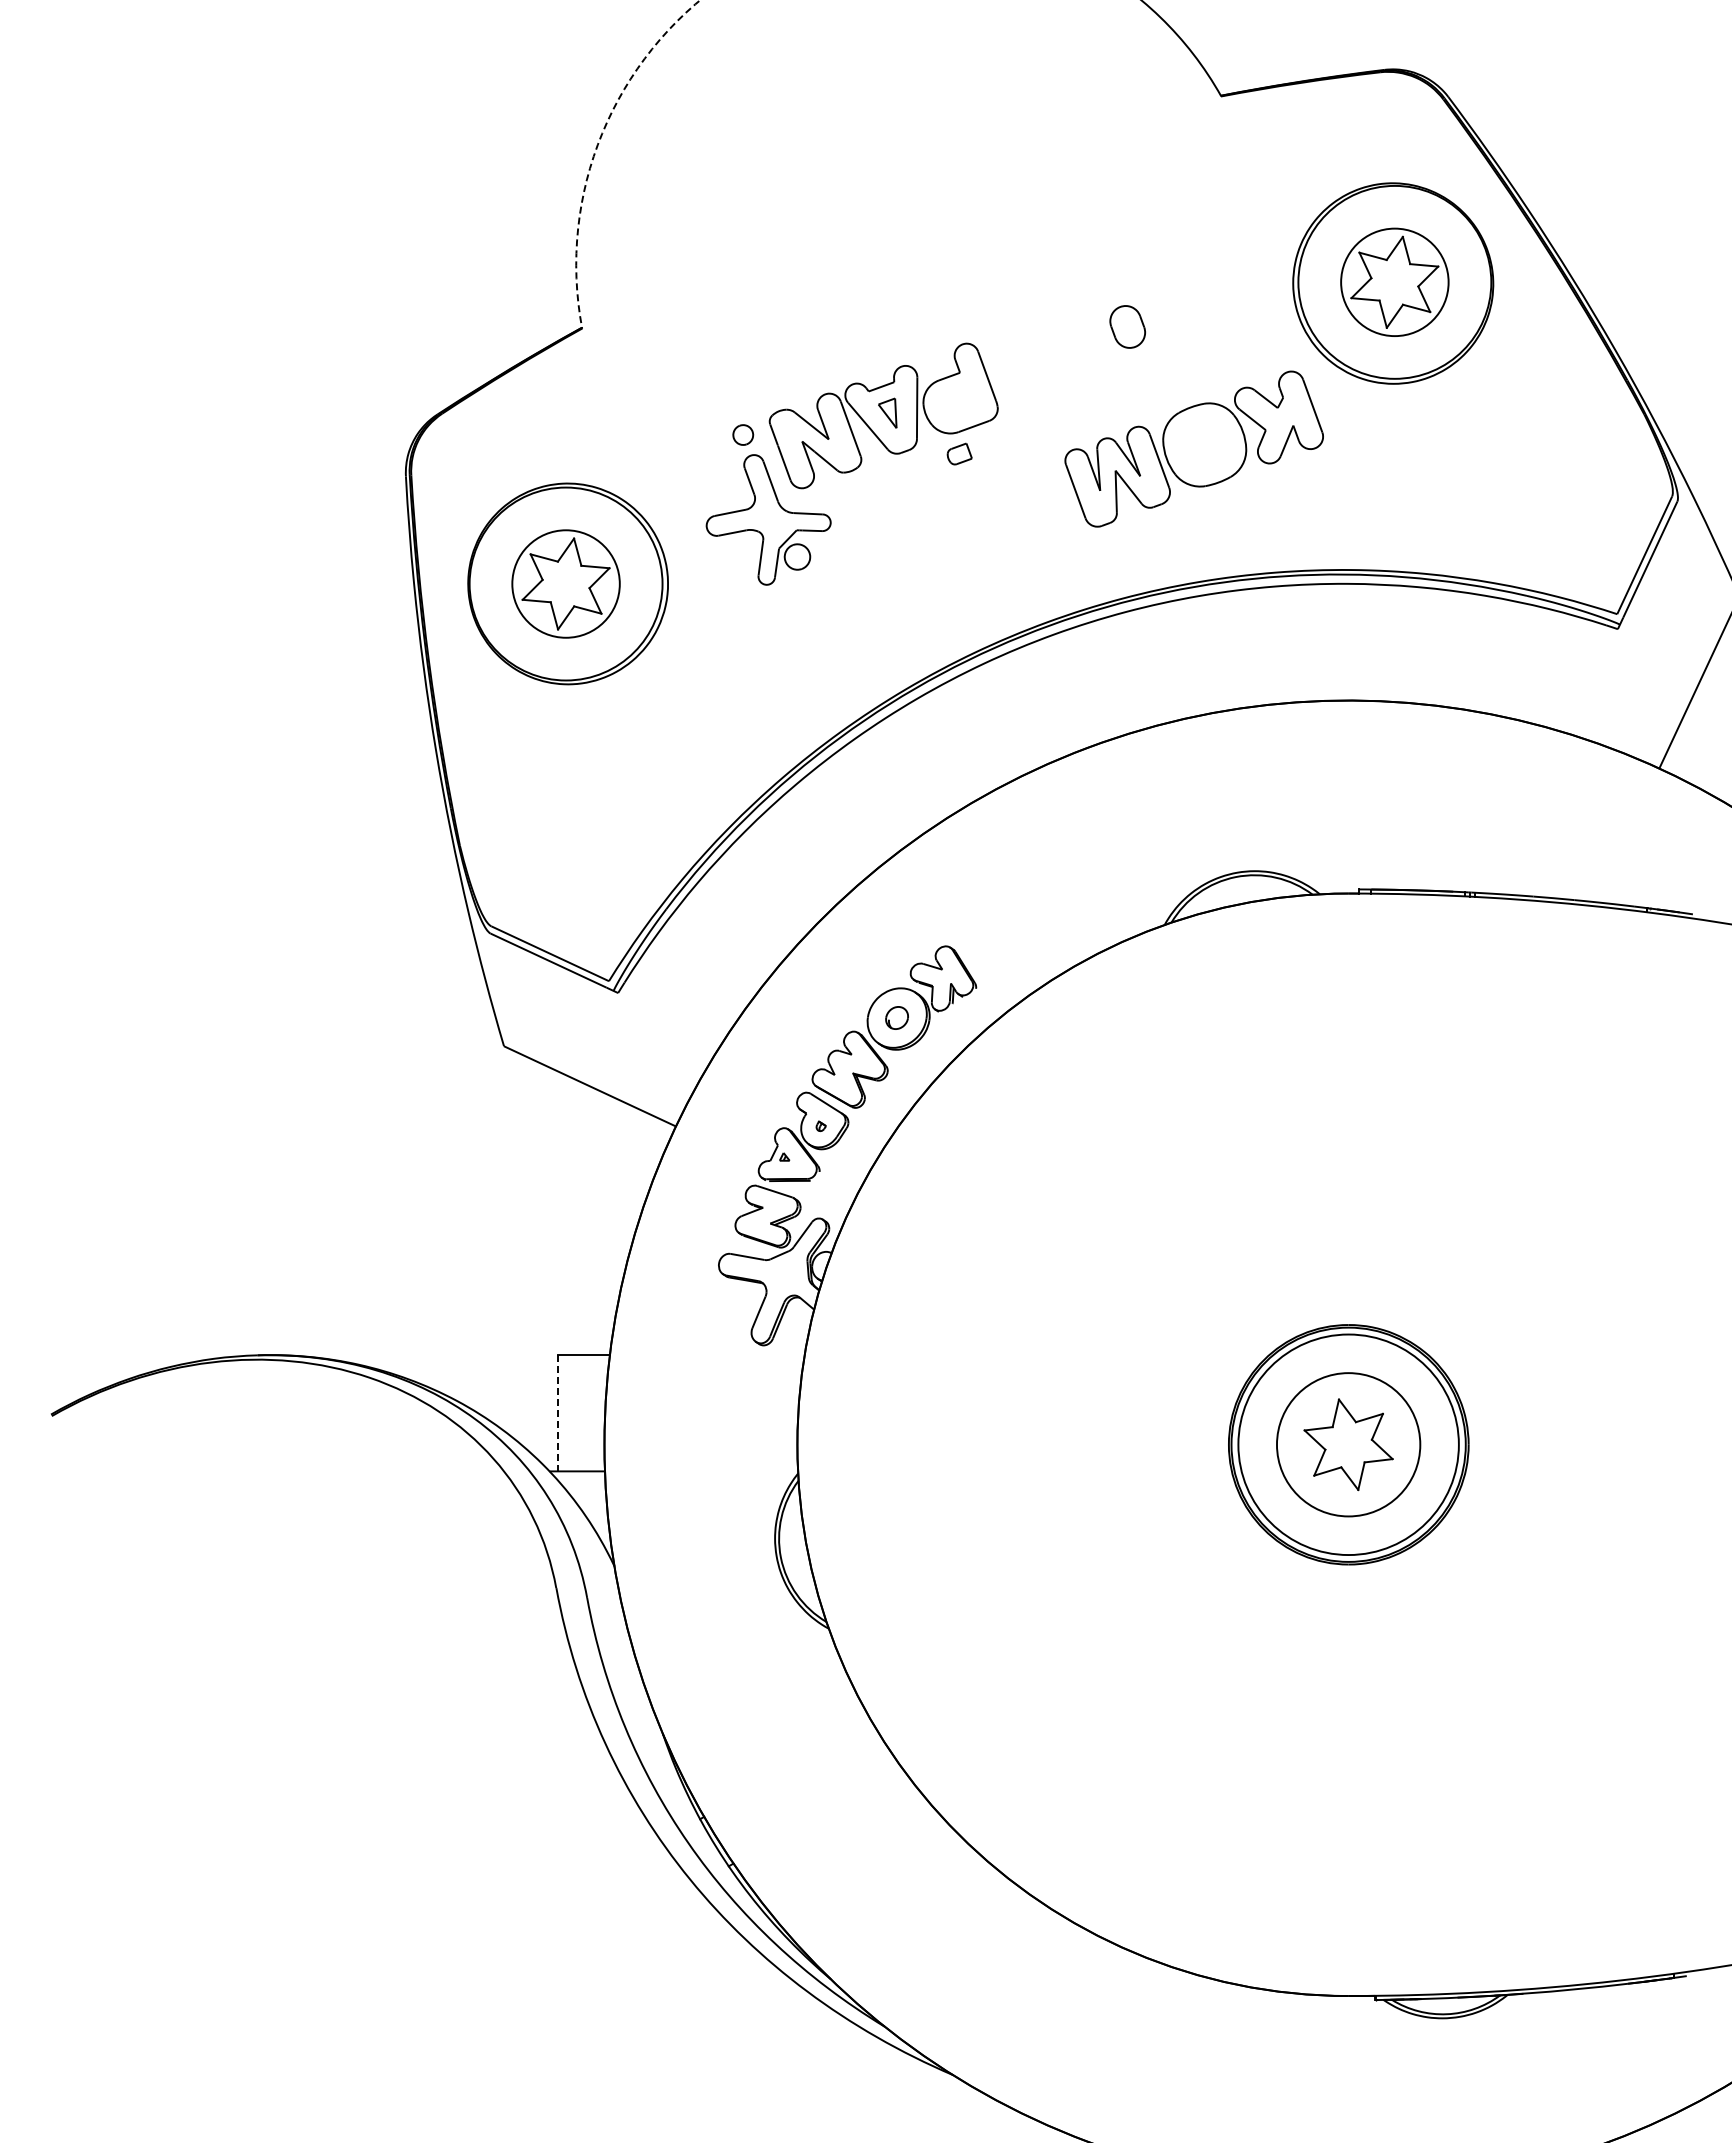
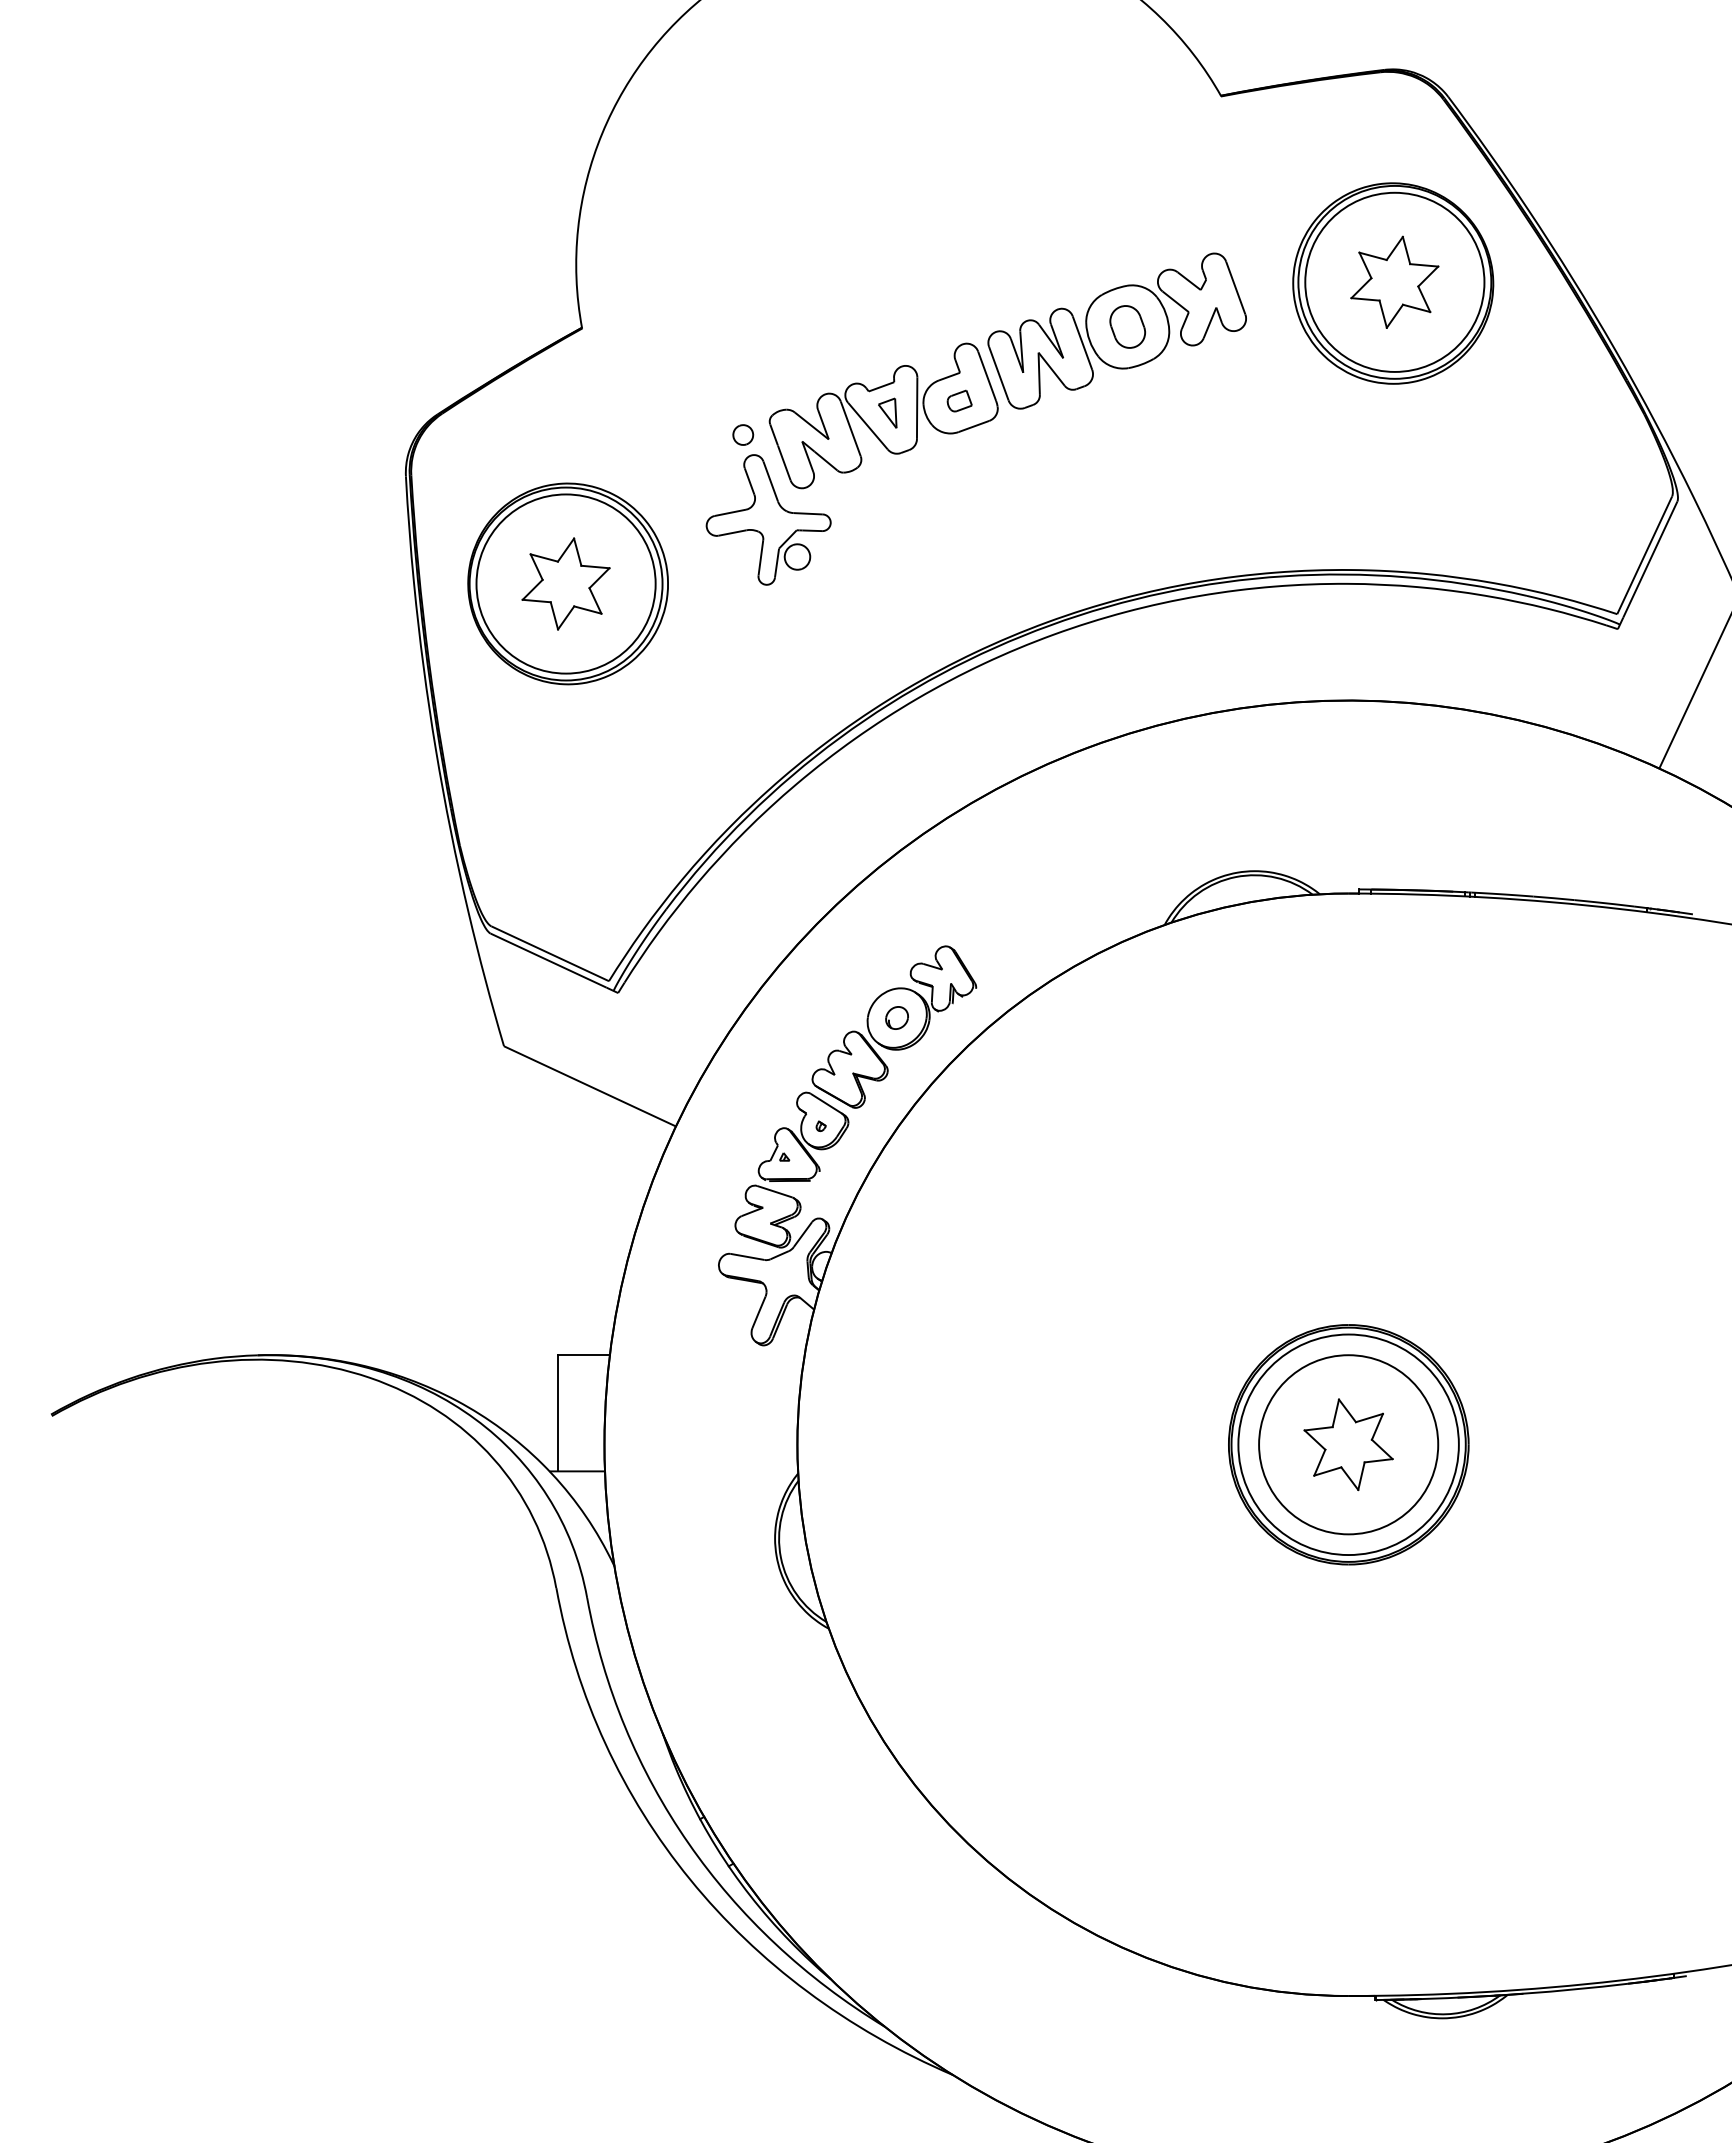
arc at (596, 147): dashed -> solid
circle at (1394, 282) diameter: 107 px -> 179 px
part at (1193, 448) position: (1193, 448) -> (1116, 330)
part at (959, 453) position: (959, 453) -> (959, 400)
circle at (565, 583) diameter: 107 px -> 179 px
line at (557, 1413): dashed -> solid
circle at (1348, 1444) diameter: 143 px -> 179 px
